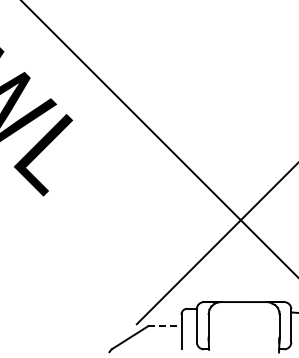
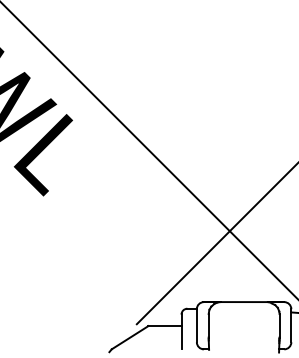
line at (158, 138) position: (158, 138) -> (148, 150)
line at (165, 326): dashed -> solid
